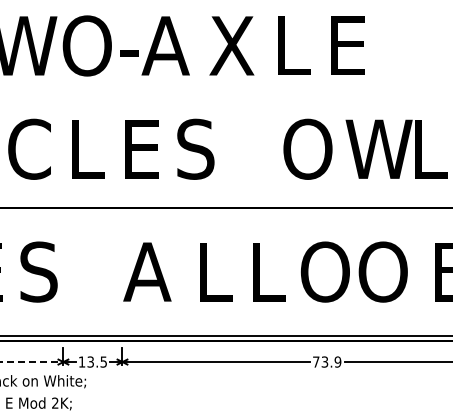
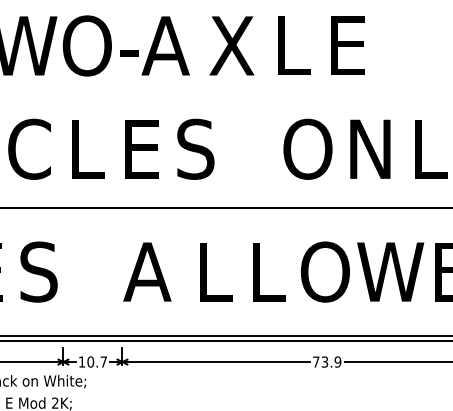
text at (378, 148): W -> N
text at (390, 271): O -> W
text at (96, 361): 13.5 -> 10.7
line at (32, 362): dashed -> solid
